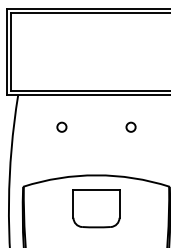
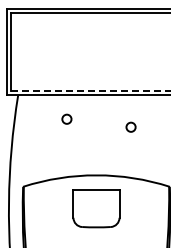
line at (91, 90): solid -> dashed
part at (61, 126) position: (61, 126) -> (66, 118)
